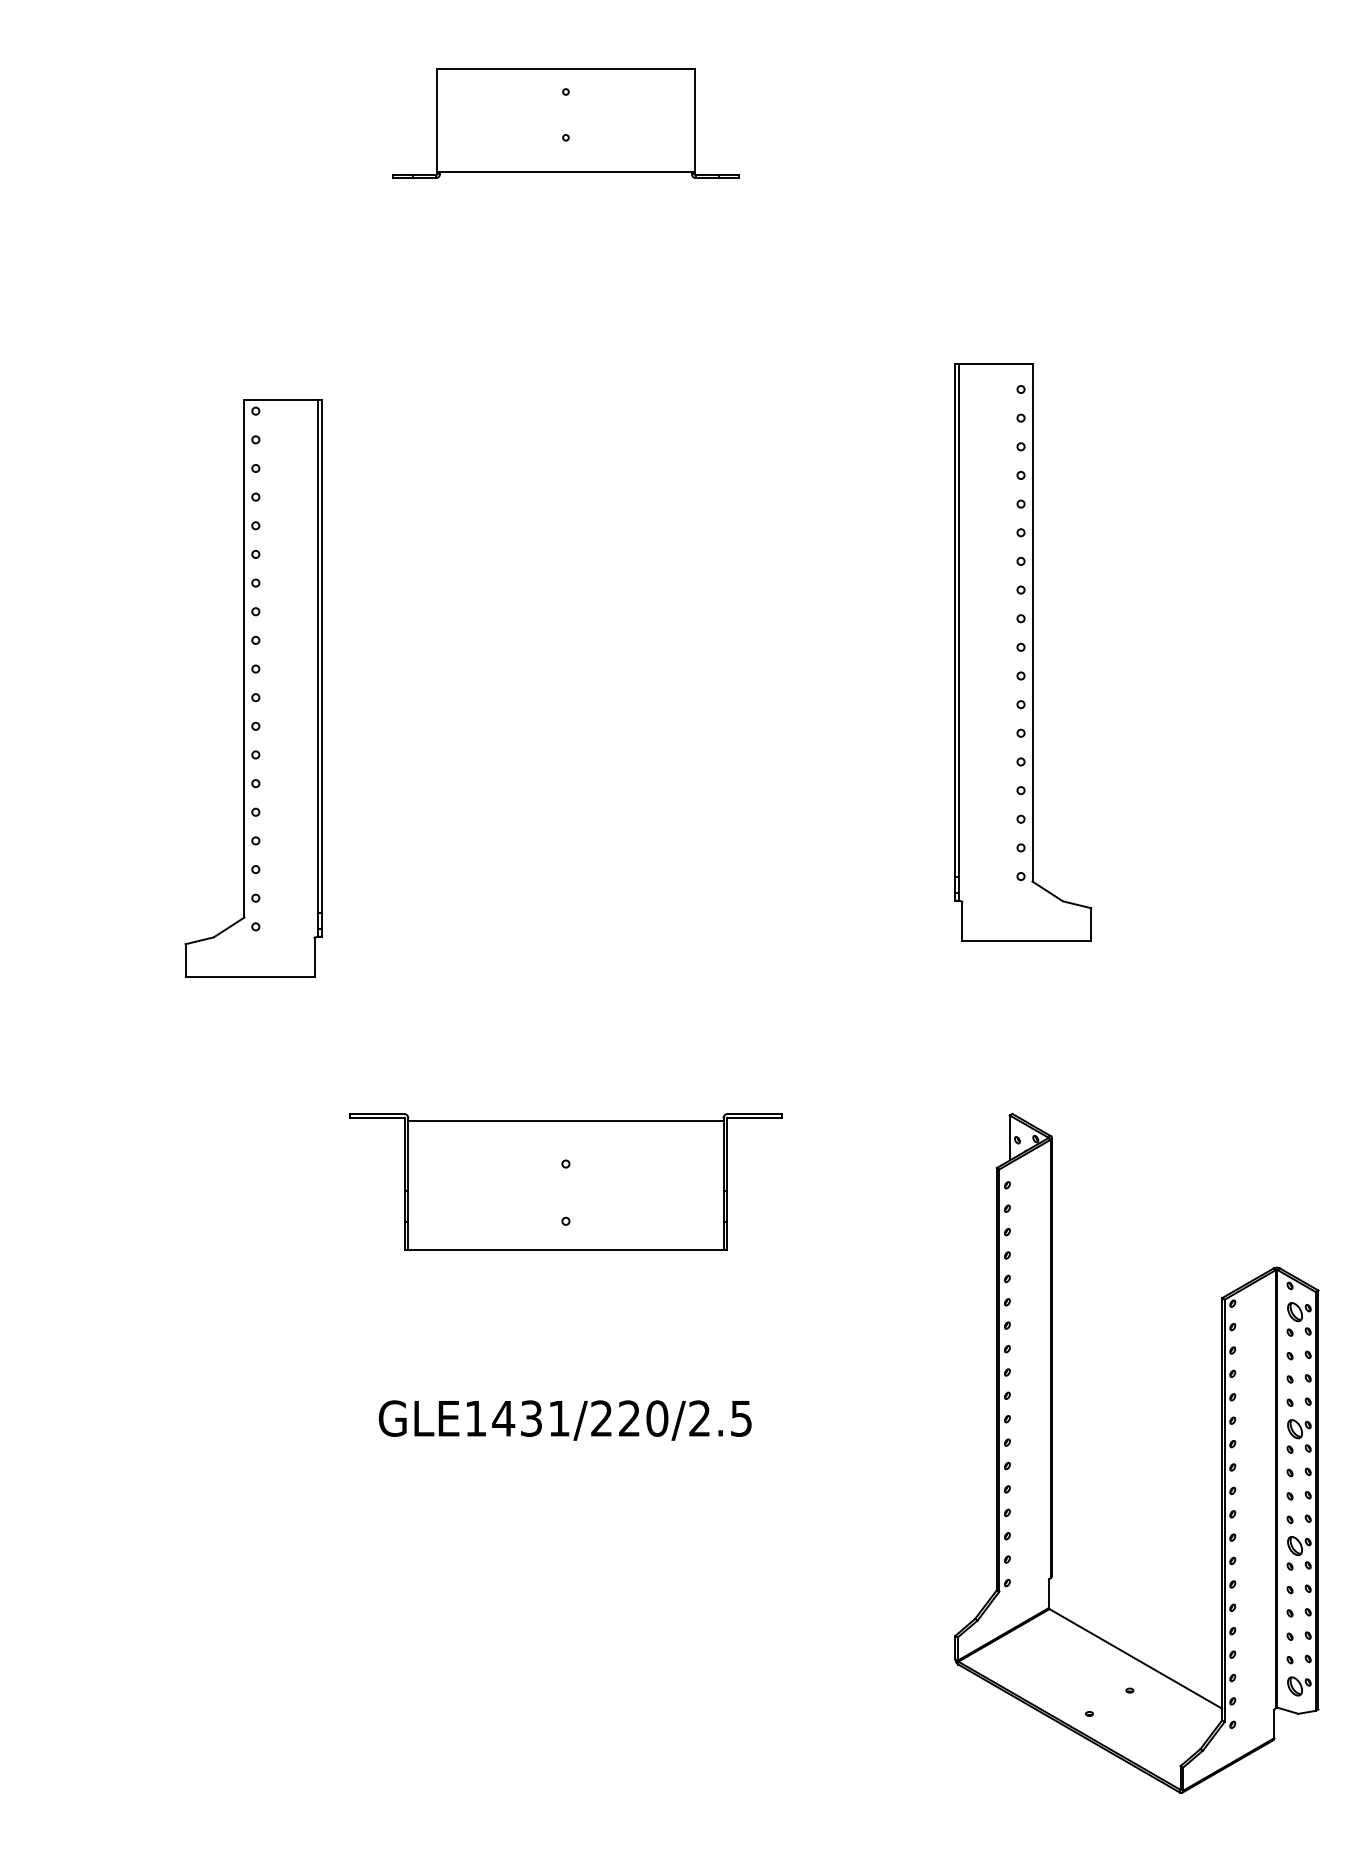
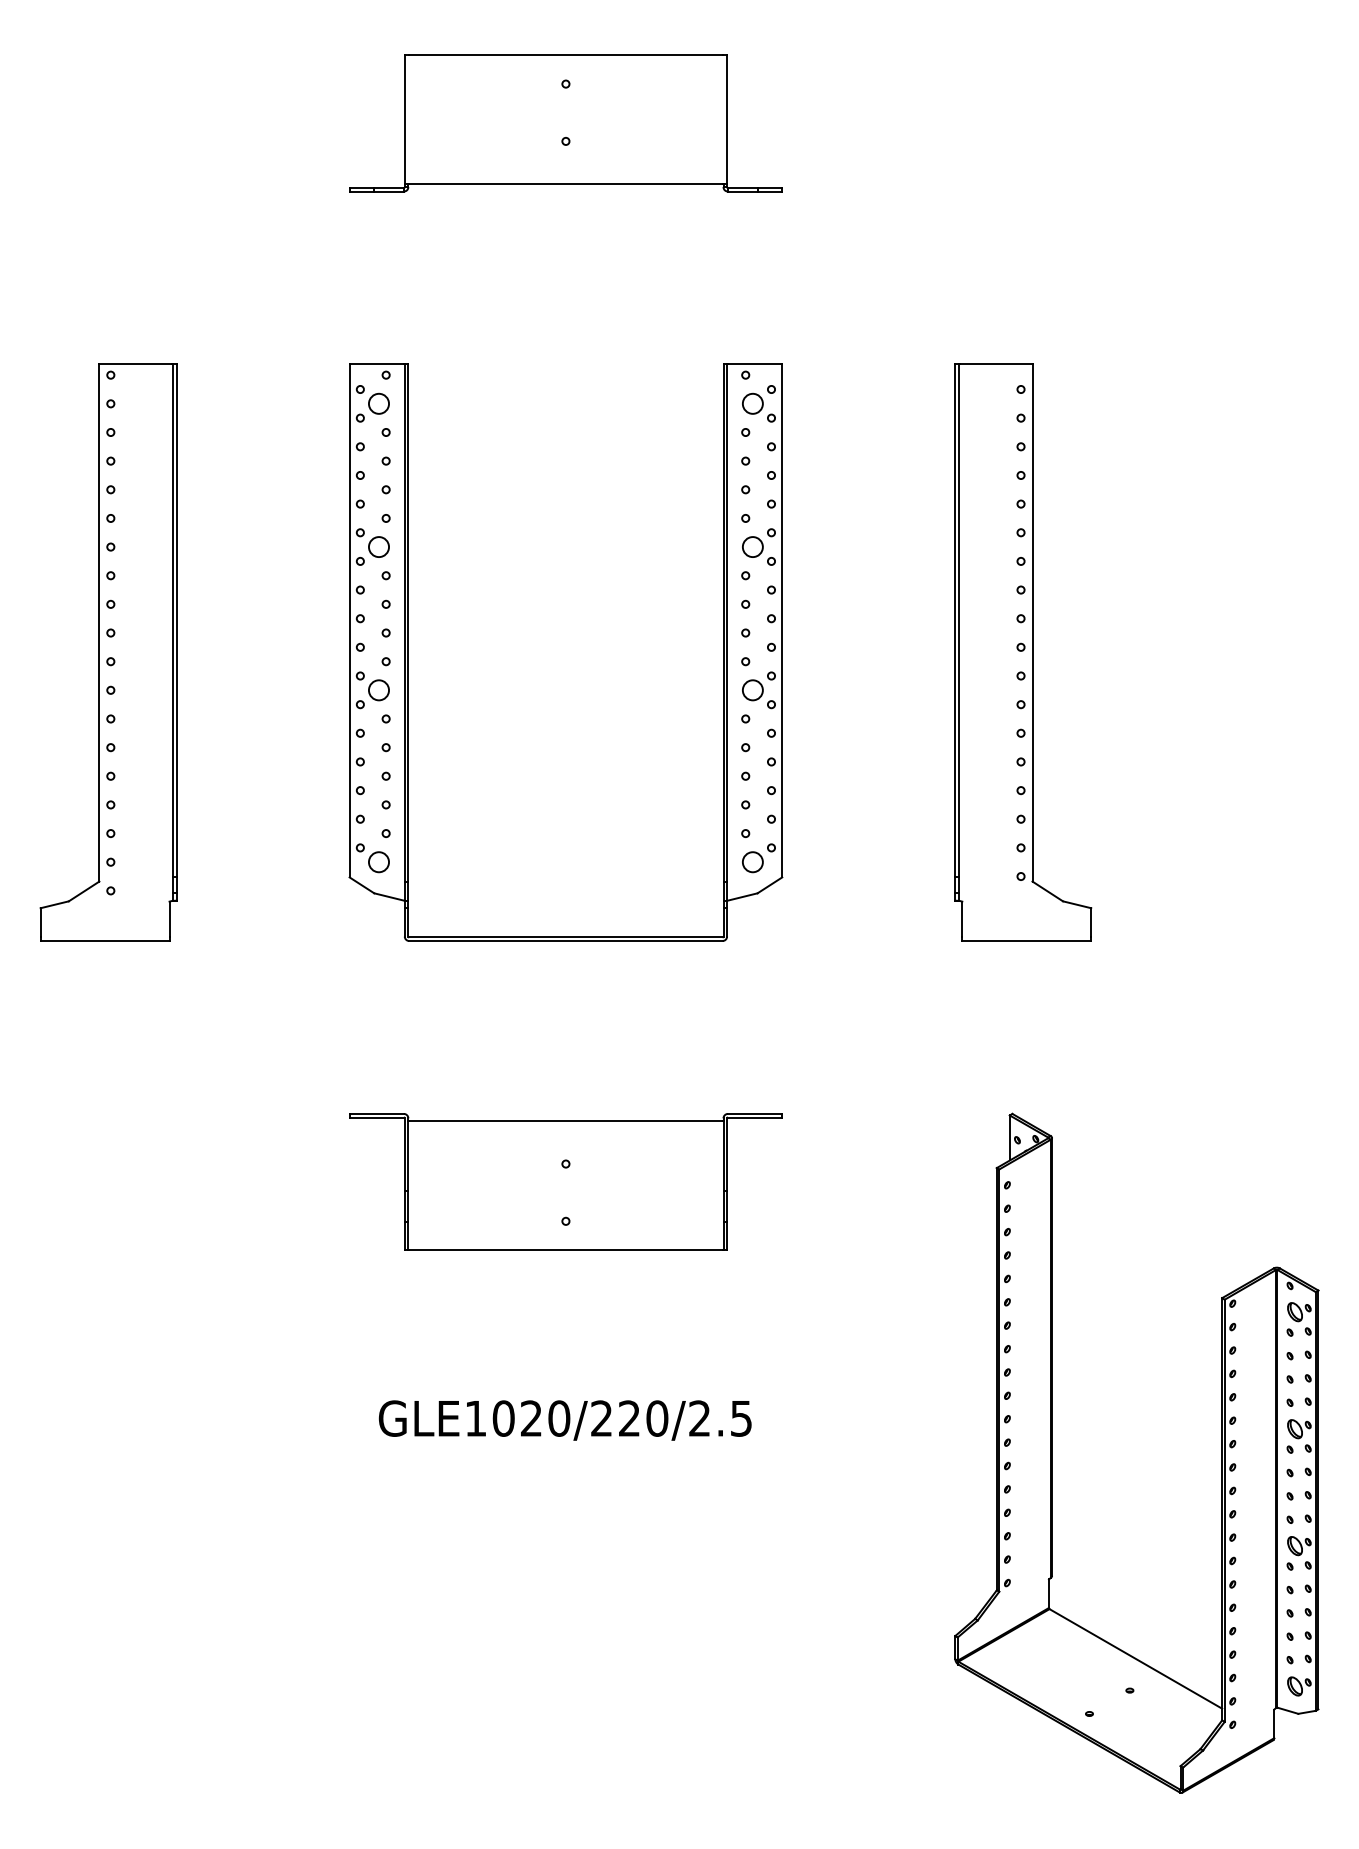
part at (565, 123) size: 348x111 px -> 434x139 px
part at (408, 652): none -> present
part at (253, 688) position: (253, 688) -> (108, 652)
text at (531, 1418): GLE1431/220/2.5 -> GLE1020/220/2.5
